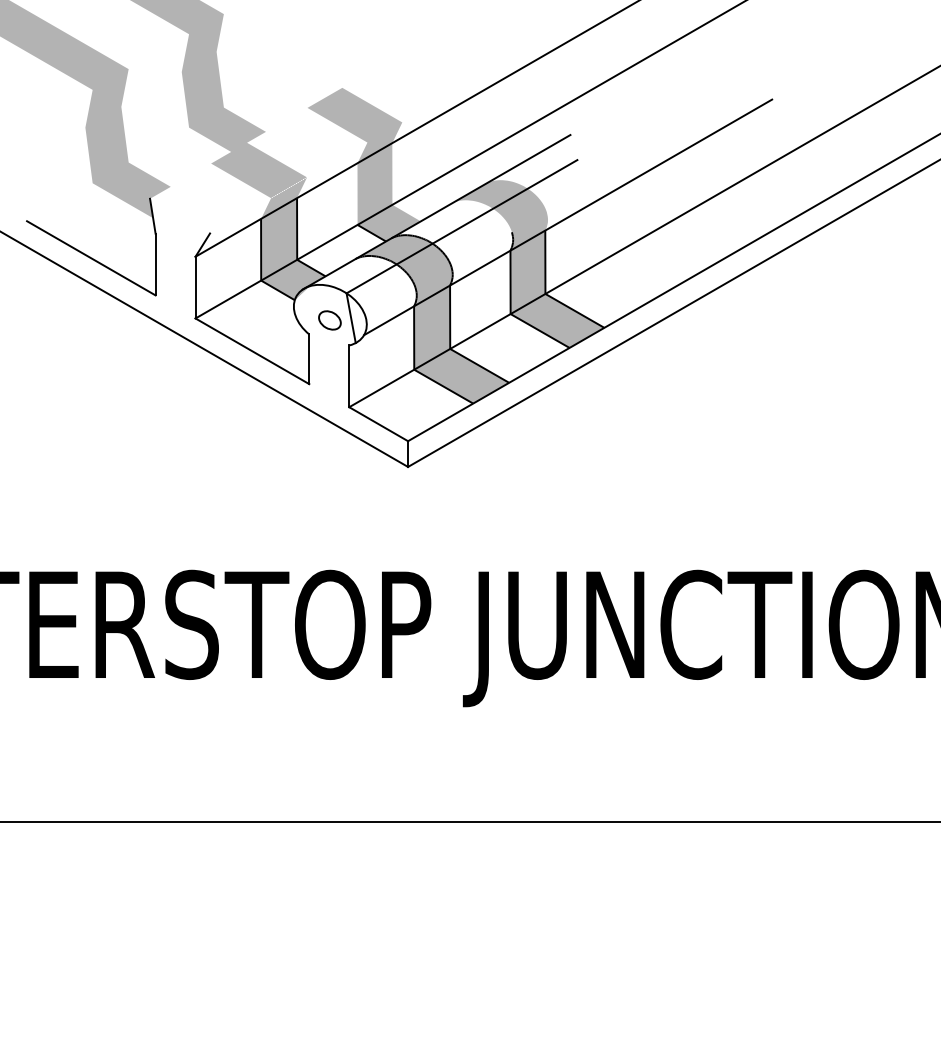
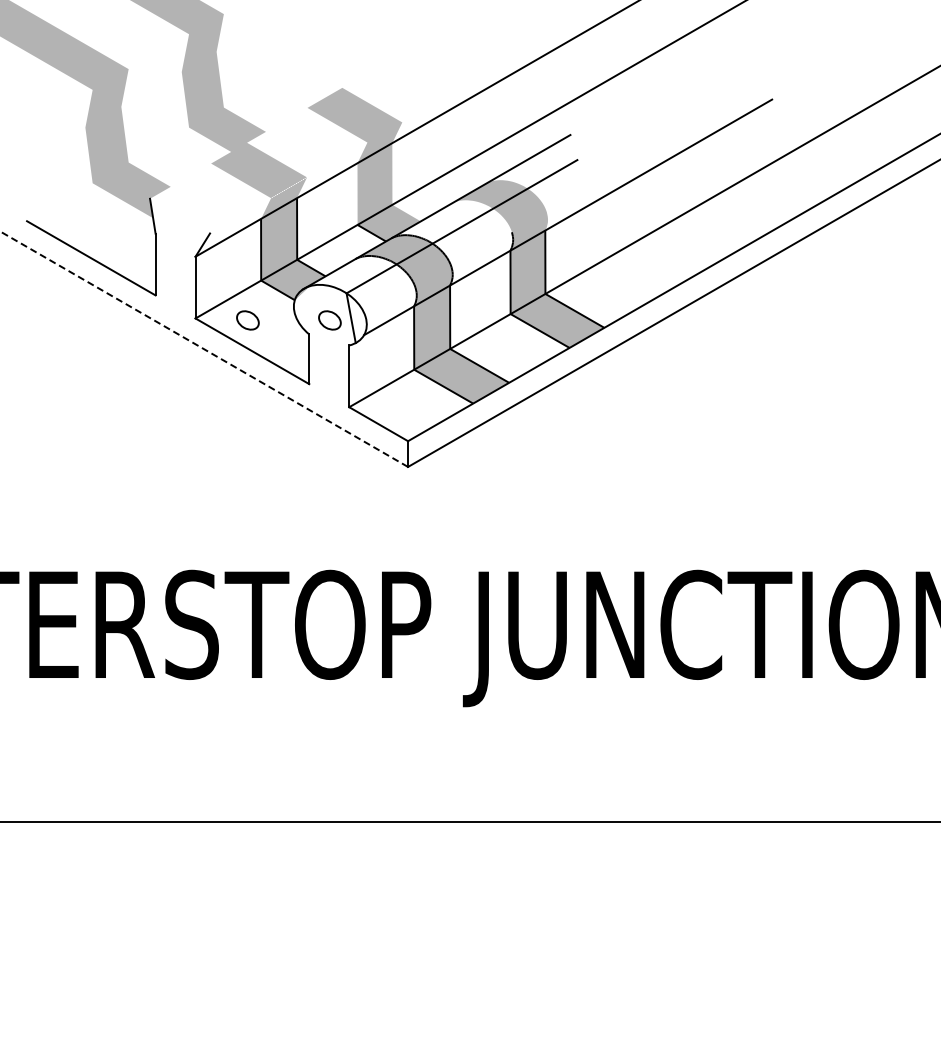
part at (247, 320): none -> present
line at (203, 349): solid -> dashed
